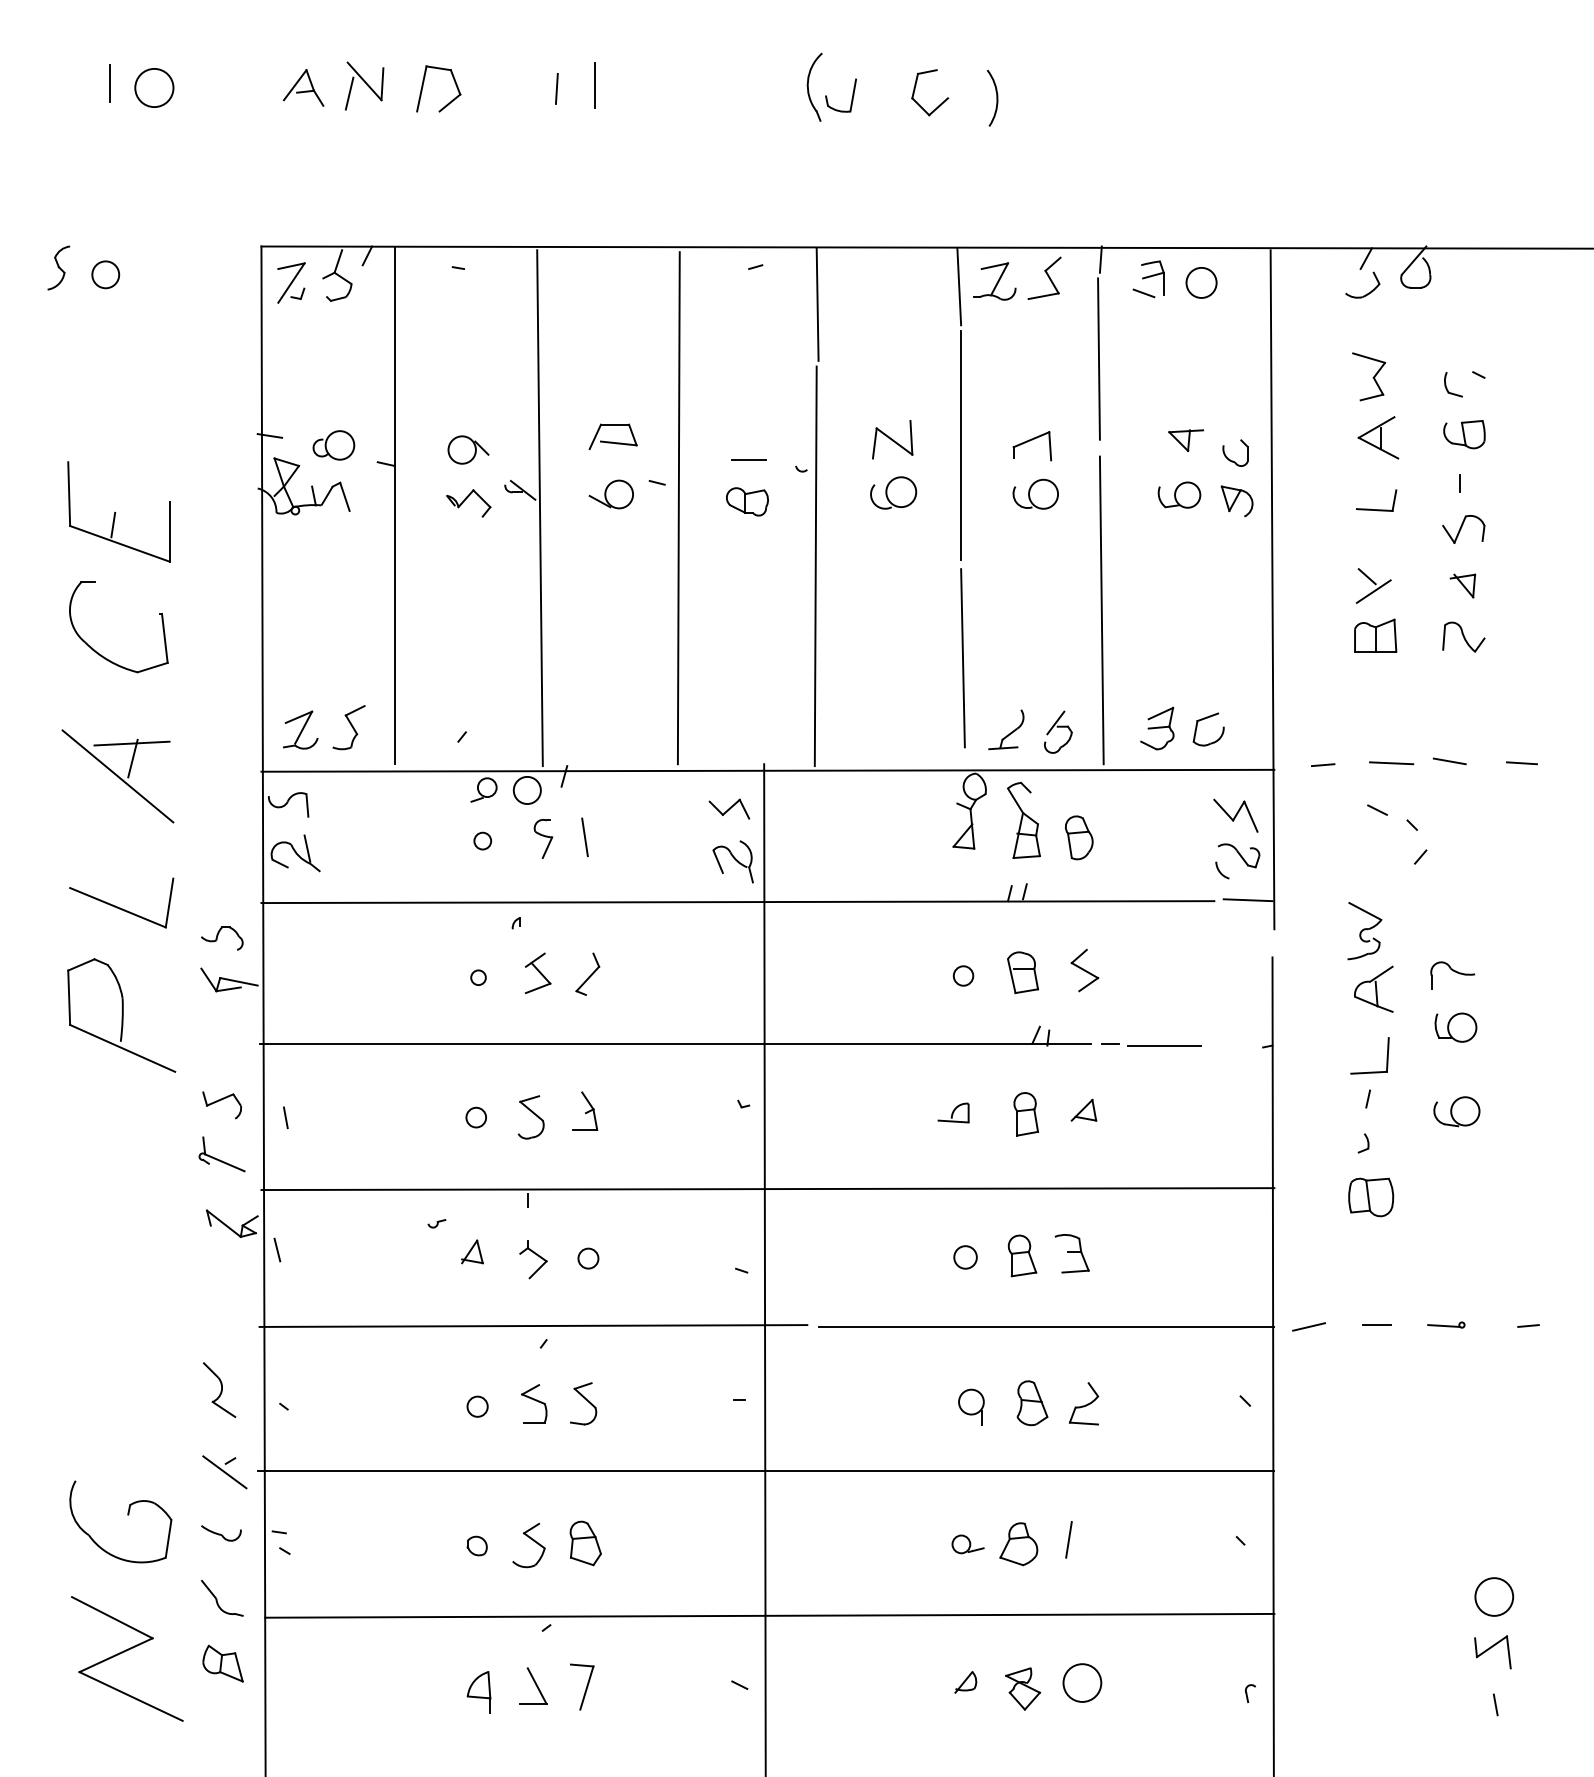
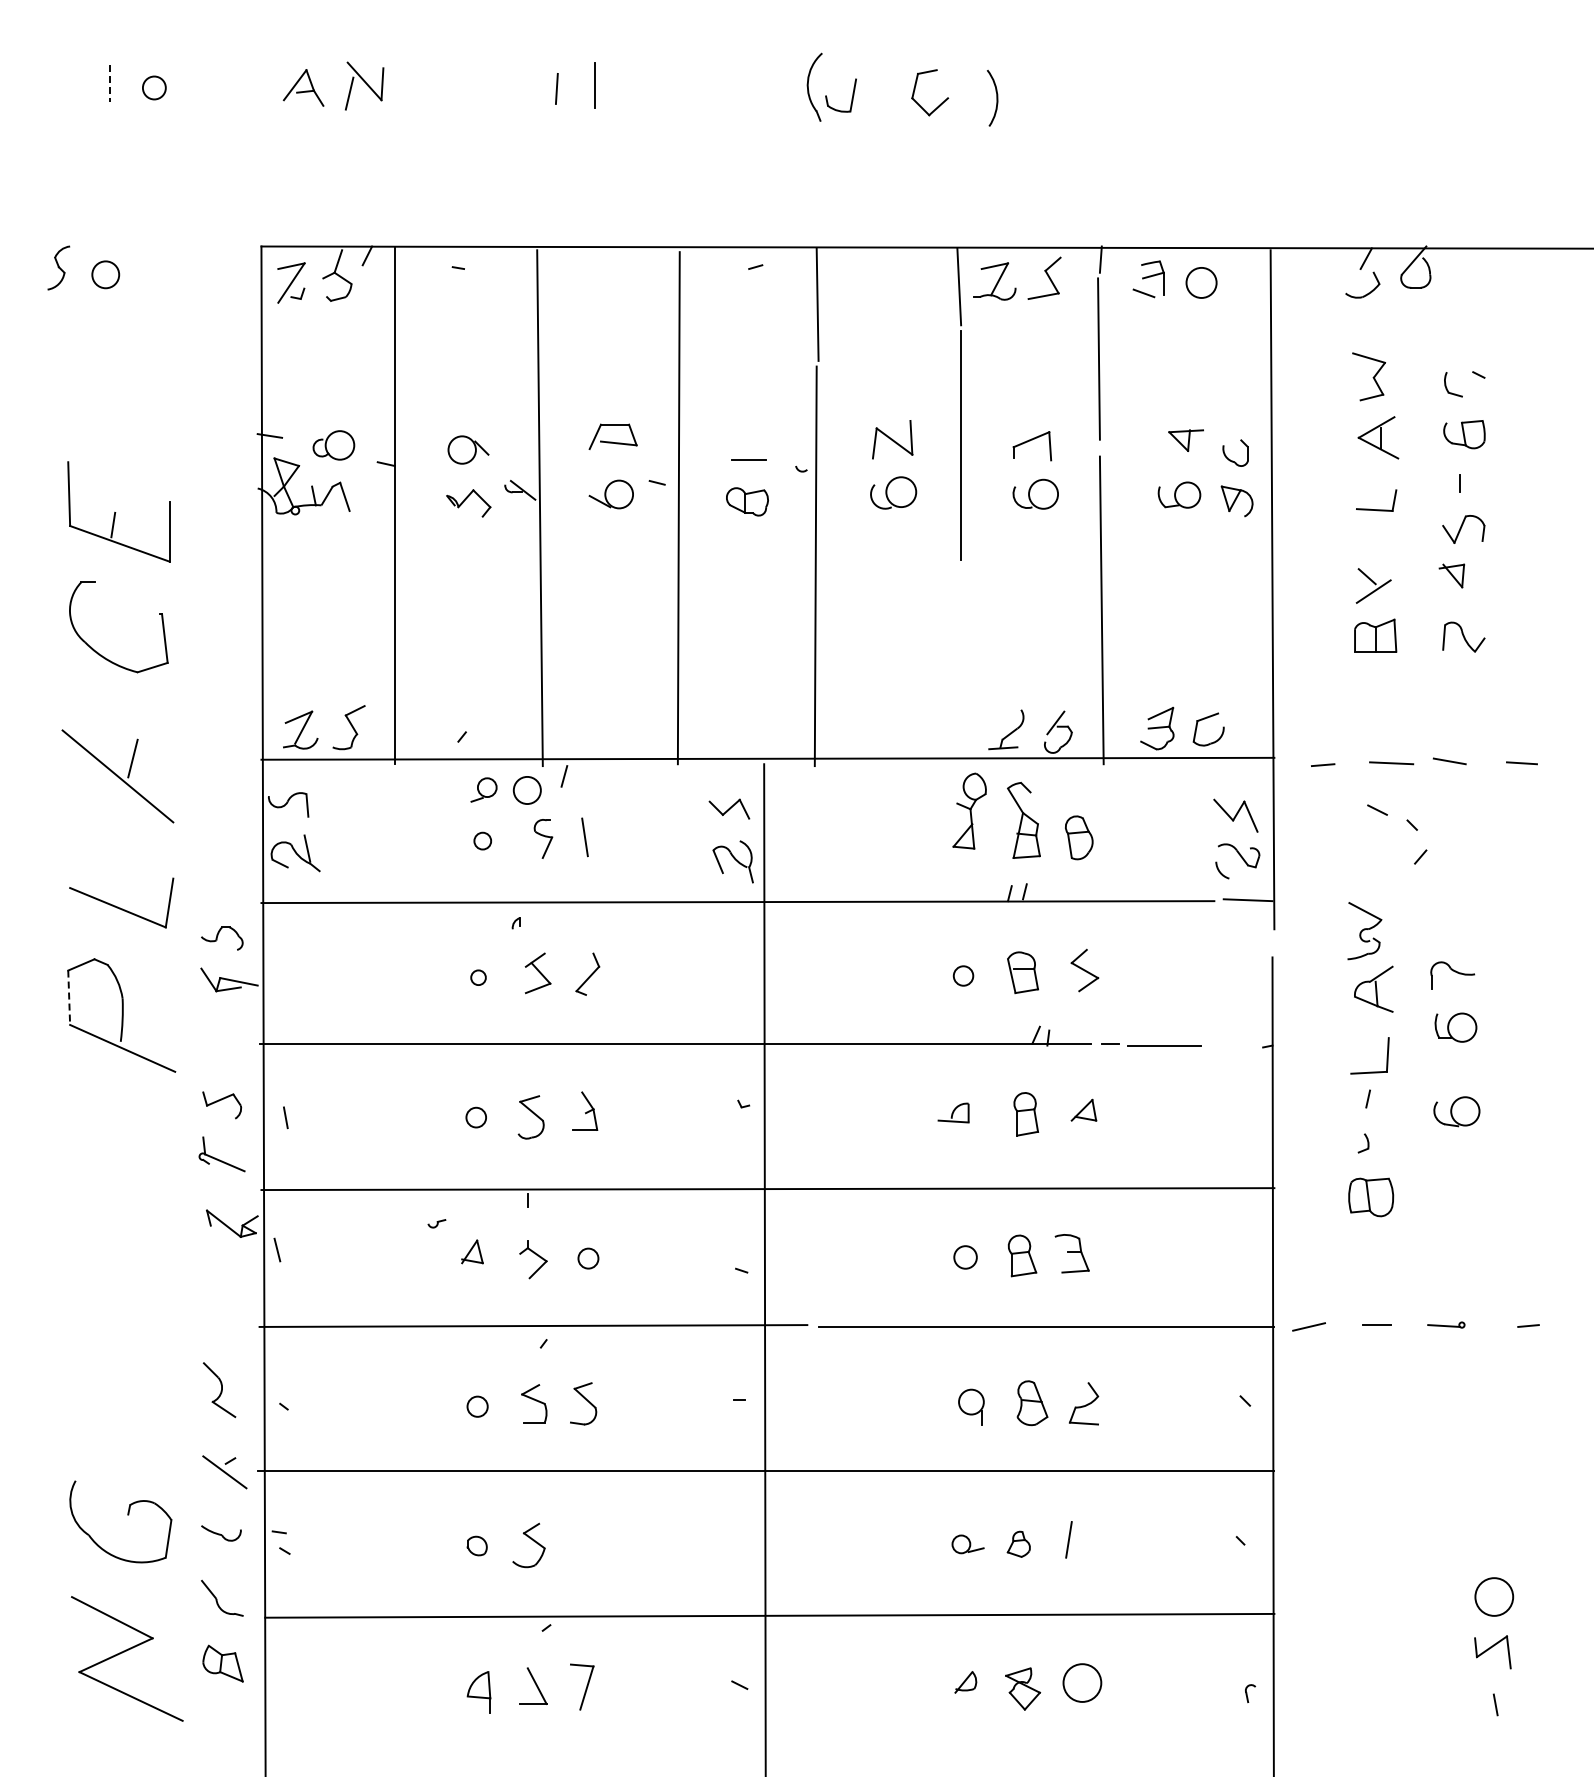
line at (109, 83): solid -> dashed
circle at (154, 87) diameter: 38 px -> 23 px
part at (423, 87): present -> none
part at (1462, 585) position: (1462, 585) -> (1451, 575)
line at (962, 658): present -> none
line at (131, 743): present -> none
line at (767, 770) position: (767, 770) -> (767, 758)
line at (69, 998): solid -> dashed
part at (585, 1543): present -> none
part at (1018, 1544) size: 40x45 px -> 25x28 px
